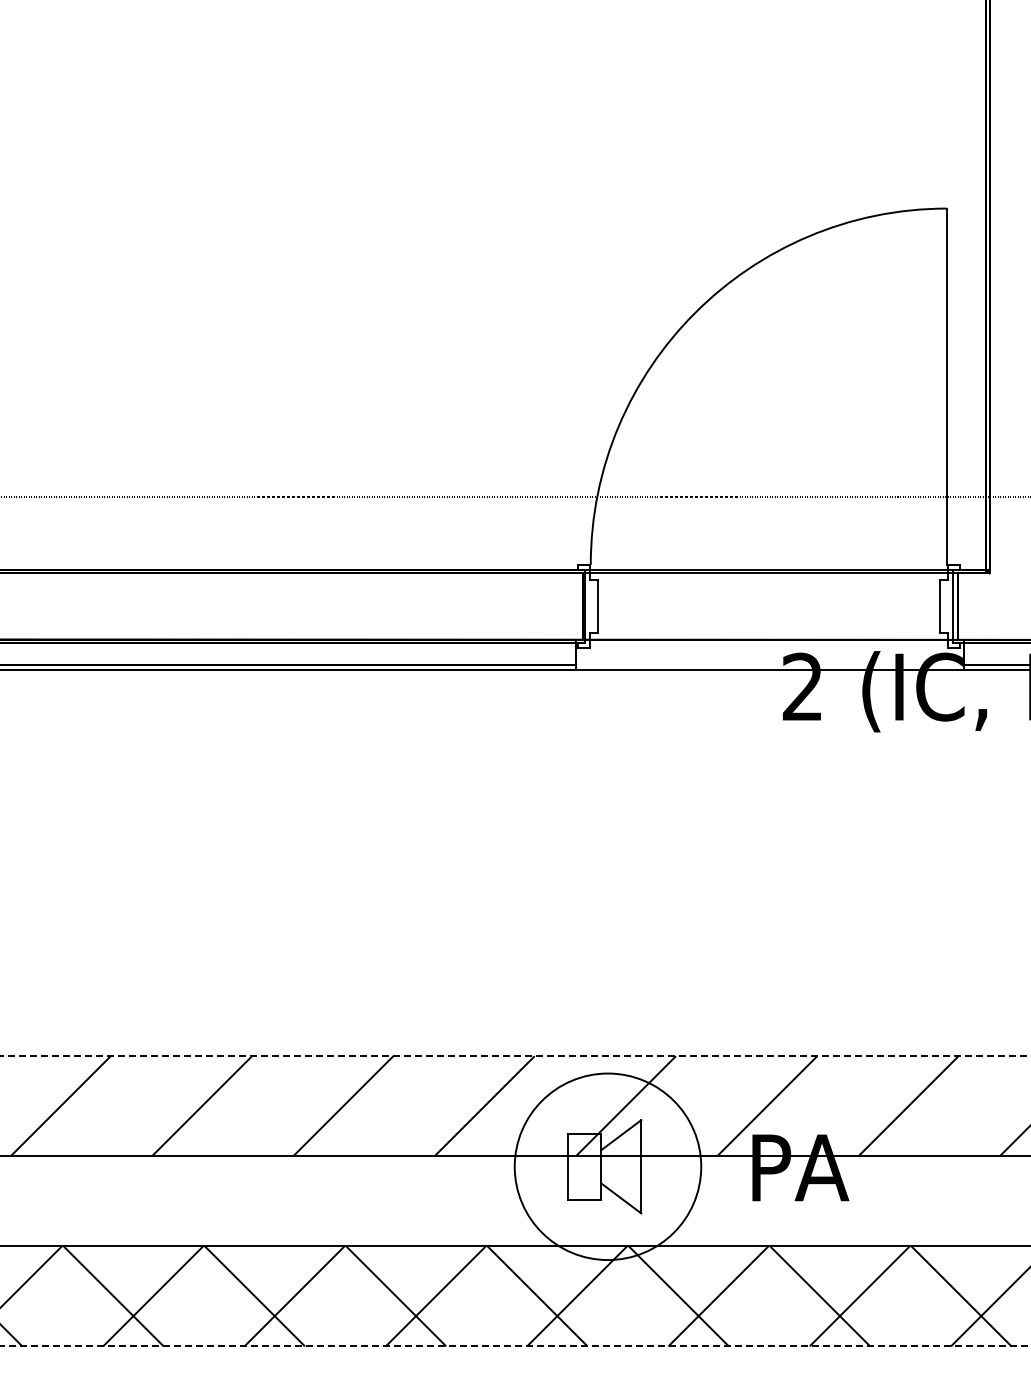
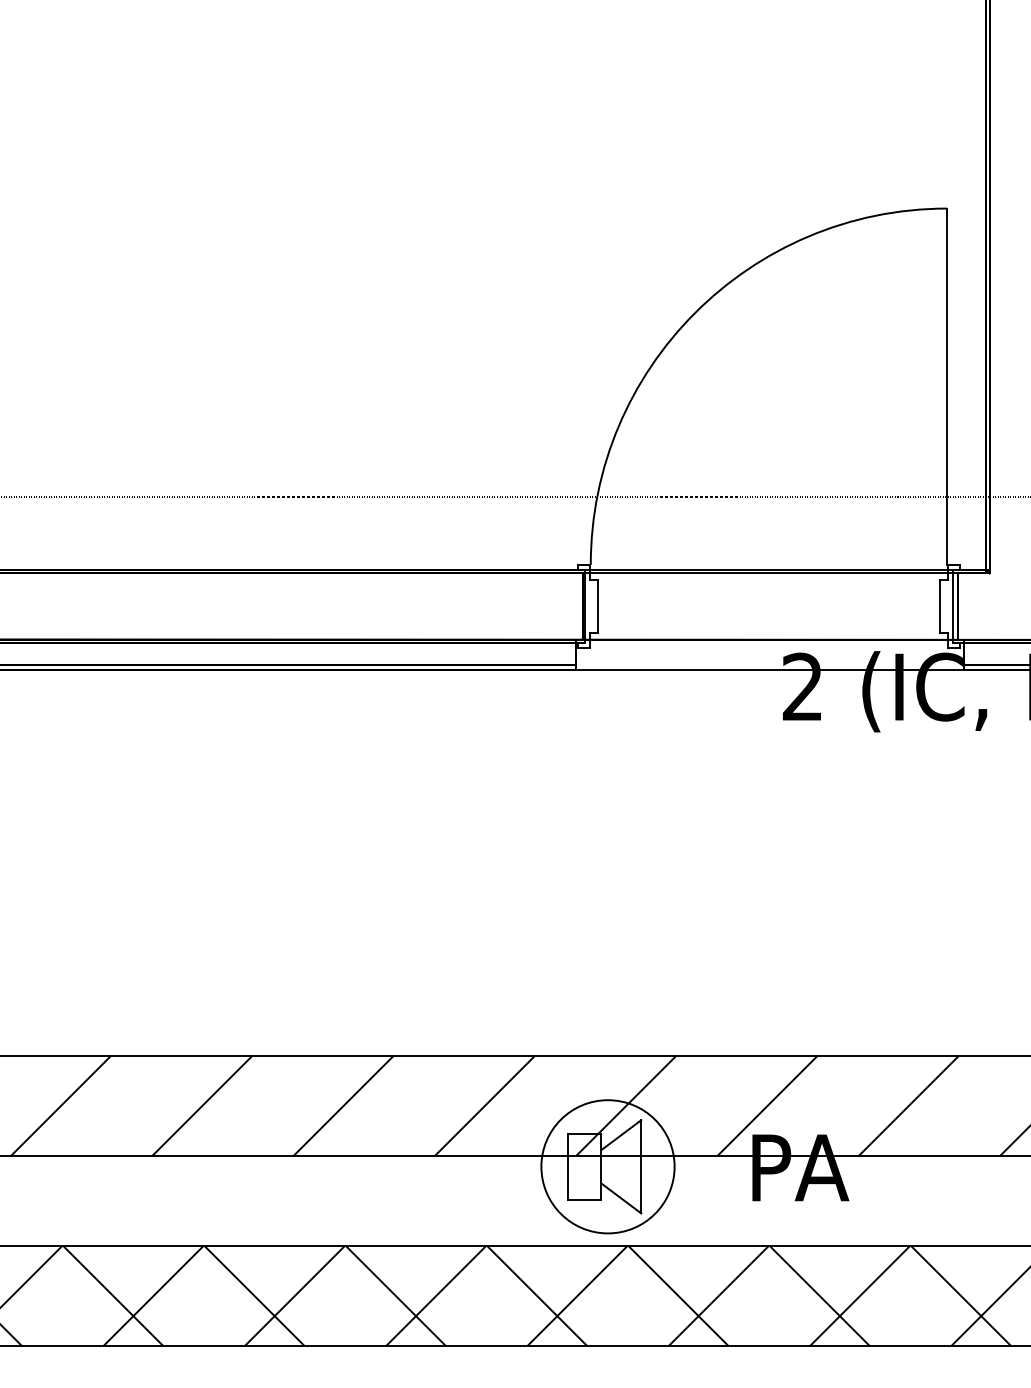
line at (515, 1056): dashed -> solid
circle at (607, 1166) diameter: 187 px -> 133 px
line at (515, 1346): dashed -> solid
